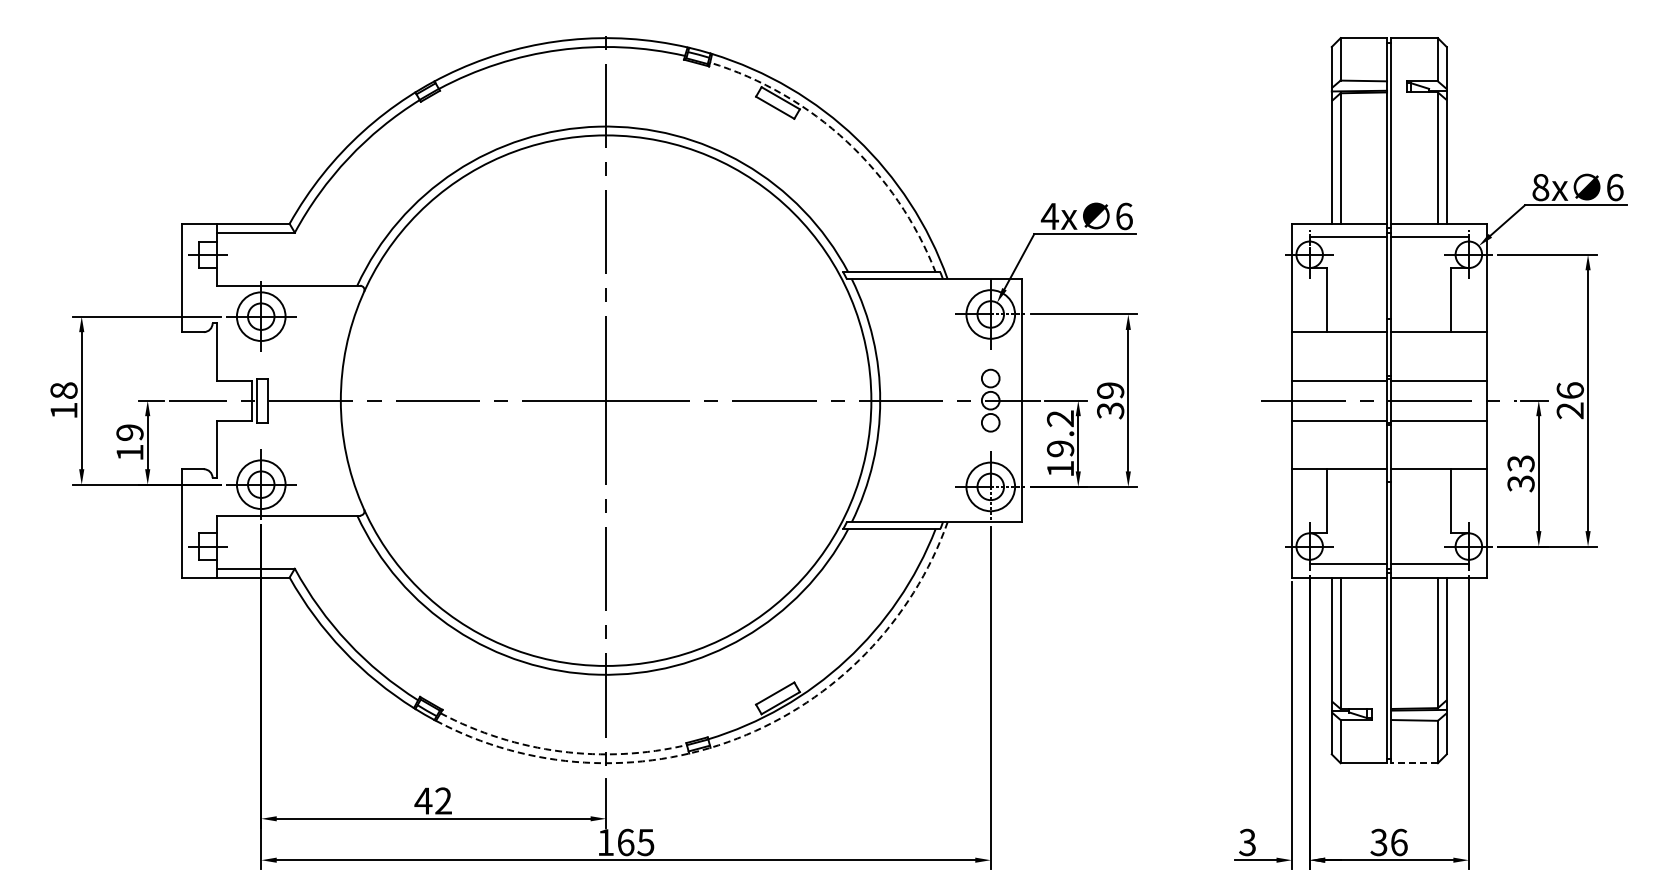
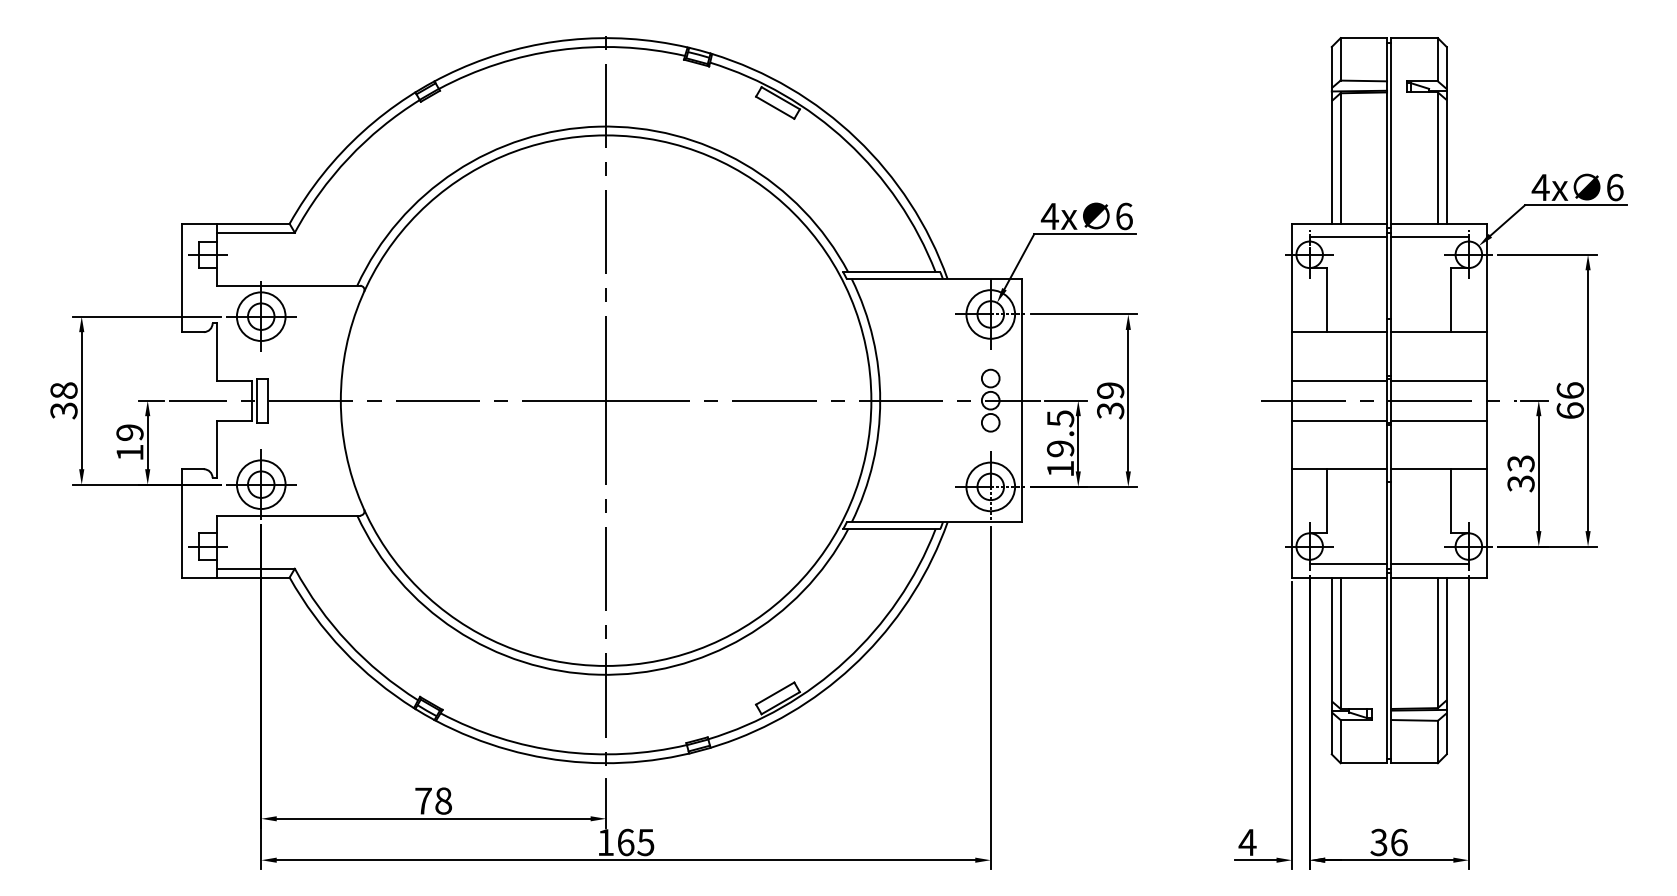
arc at (846, 141): dashed -> solid
text at (1540, 187): 8x -> 4x
text at (63, 410): 18 -> 38
text at (1569, 410): 26 -> 66
text at (1060, 418): 19.2 -> 19.5
arc at (737, 738): dashed -> solid
arc at (560, 751): dashed -> solid
line at (1414, 763): dashed -> solid
text at (432, 800): 42 -> 78
text at (1247, 842): 3 -> 4
